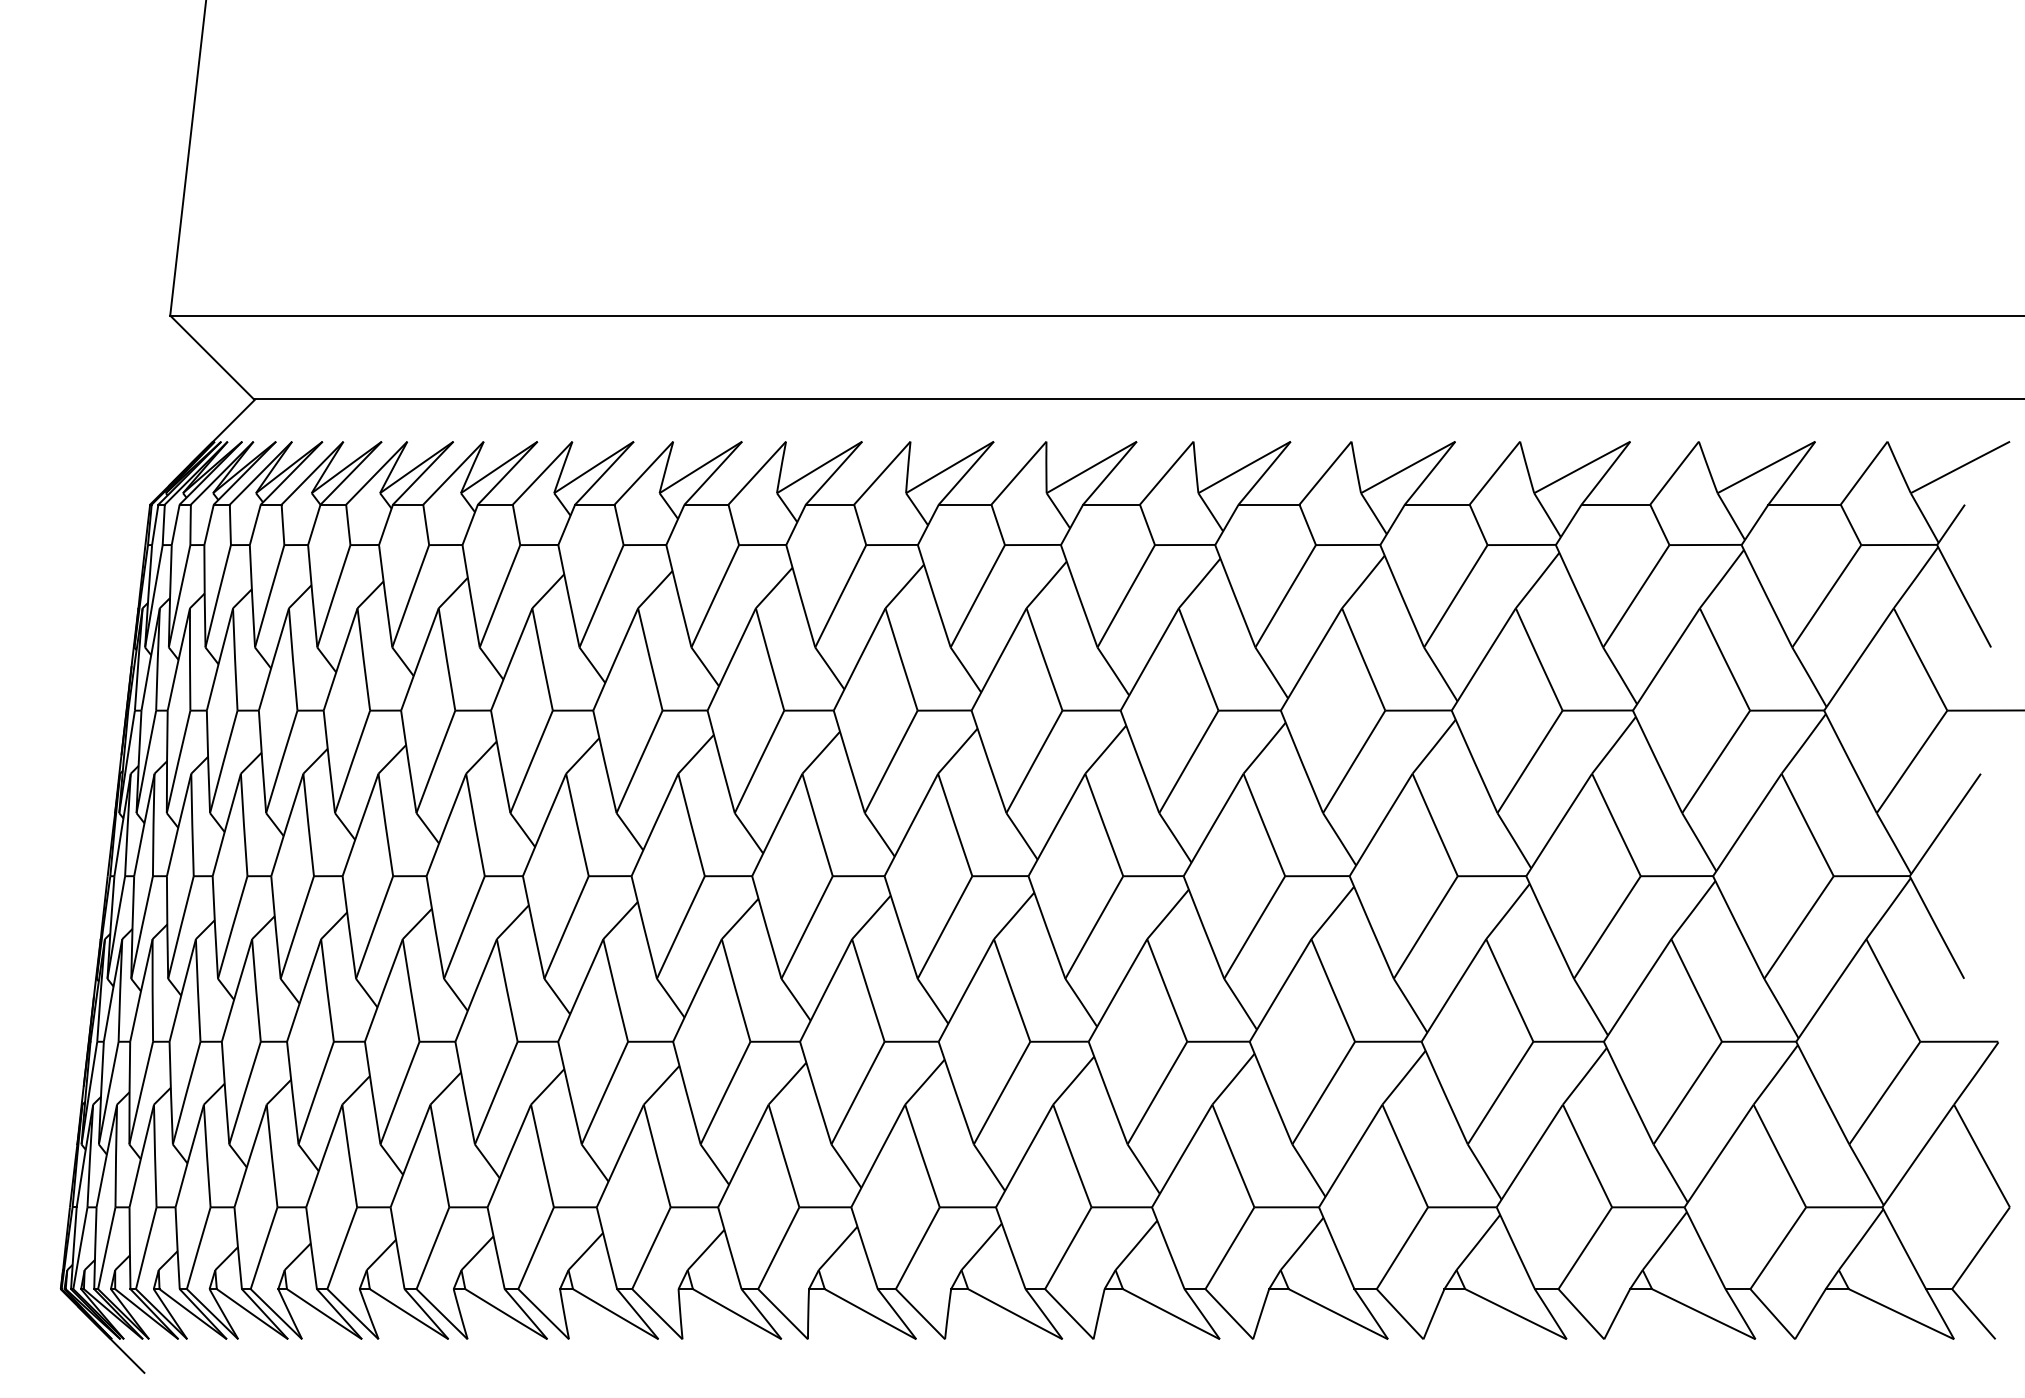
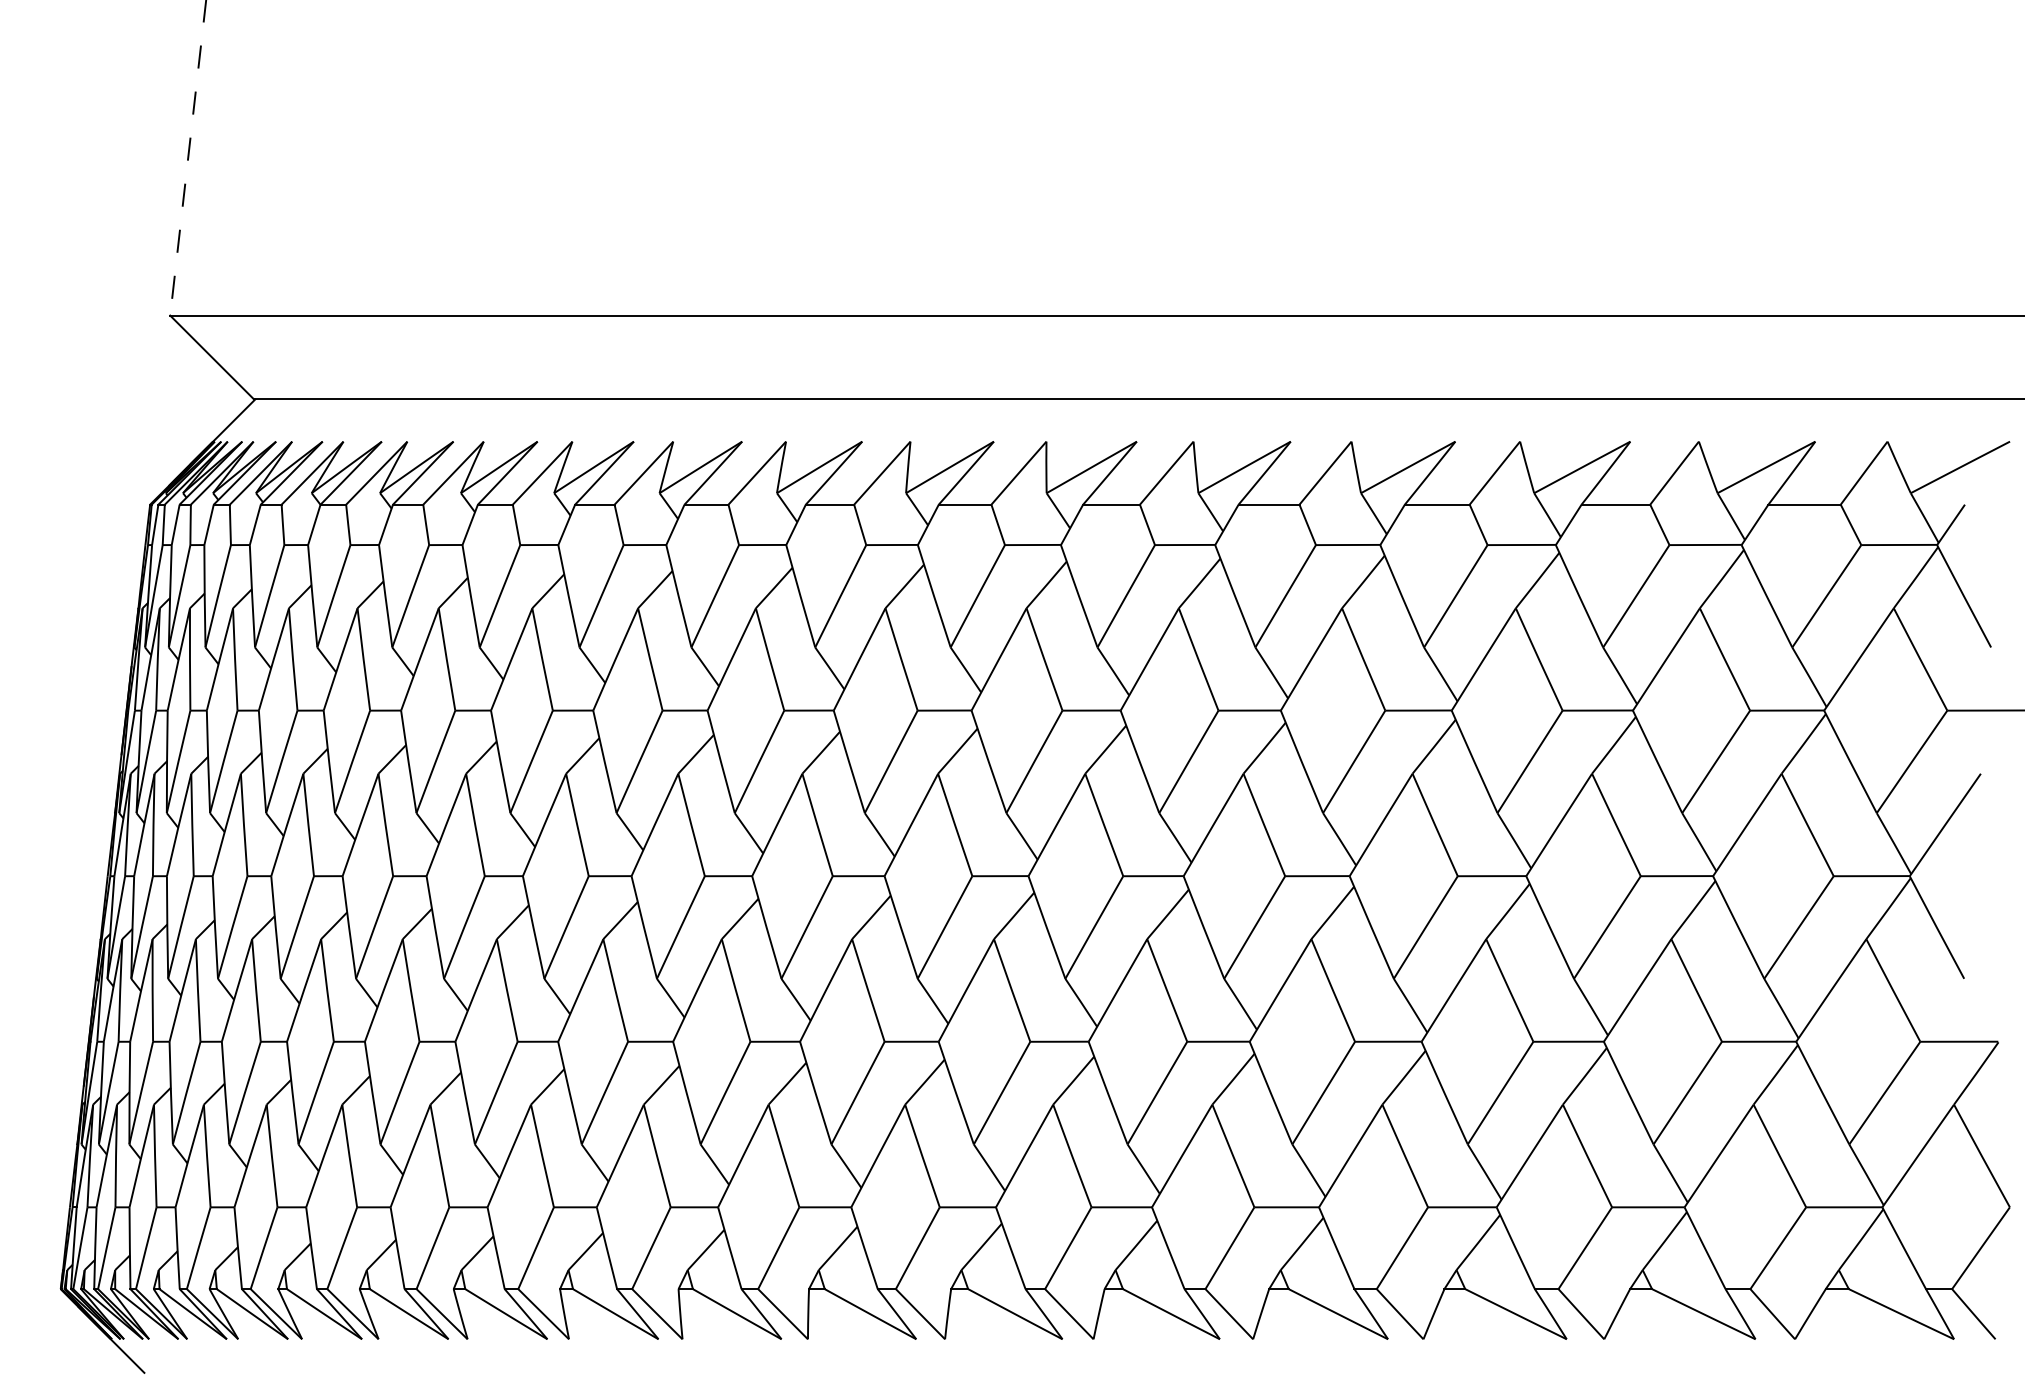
line at (188, 158): solid -> dashed
